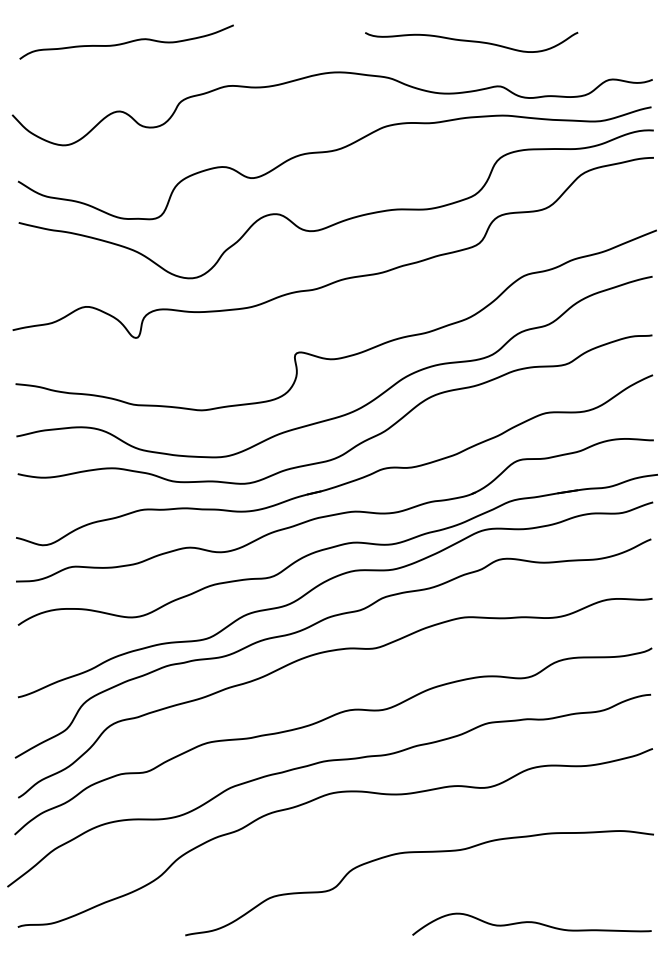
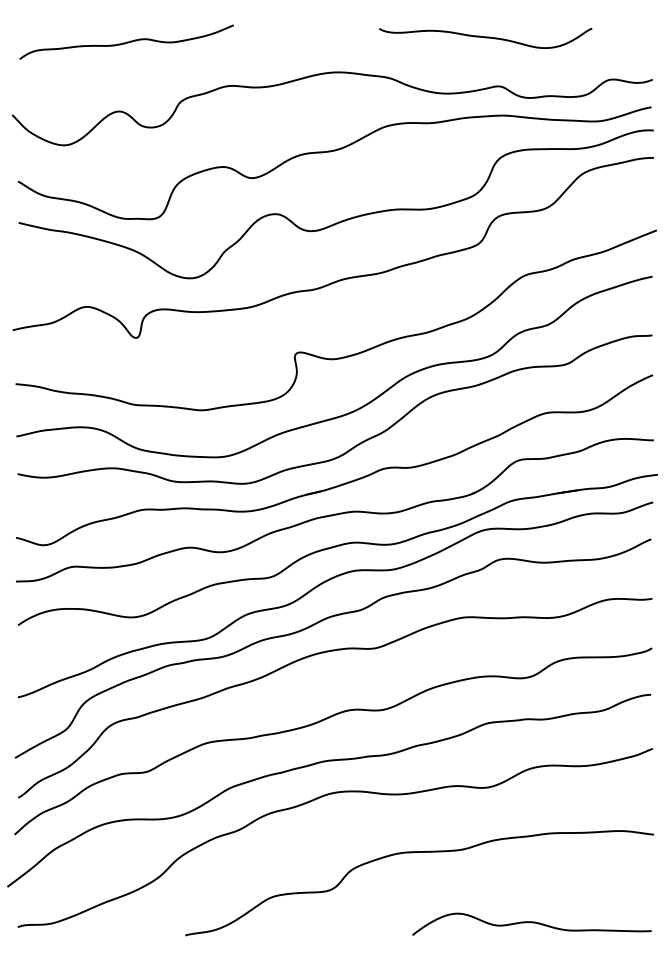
curve at (471, 41) position: (471, 41) -> (485, 37)
